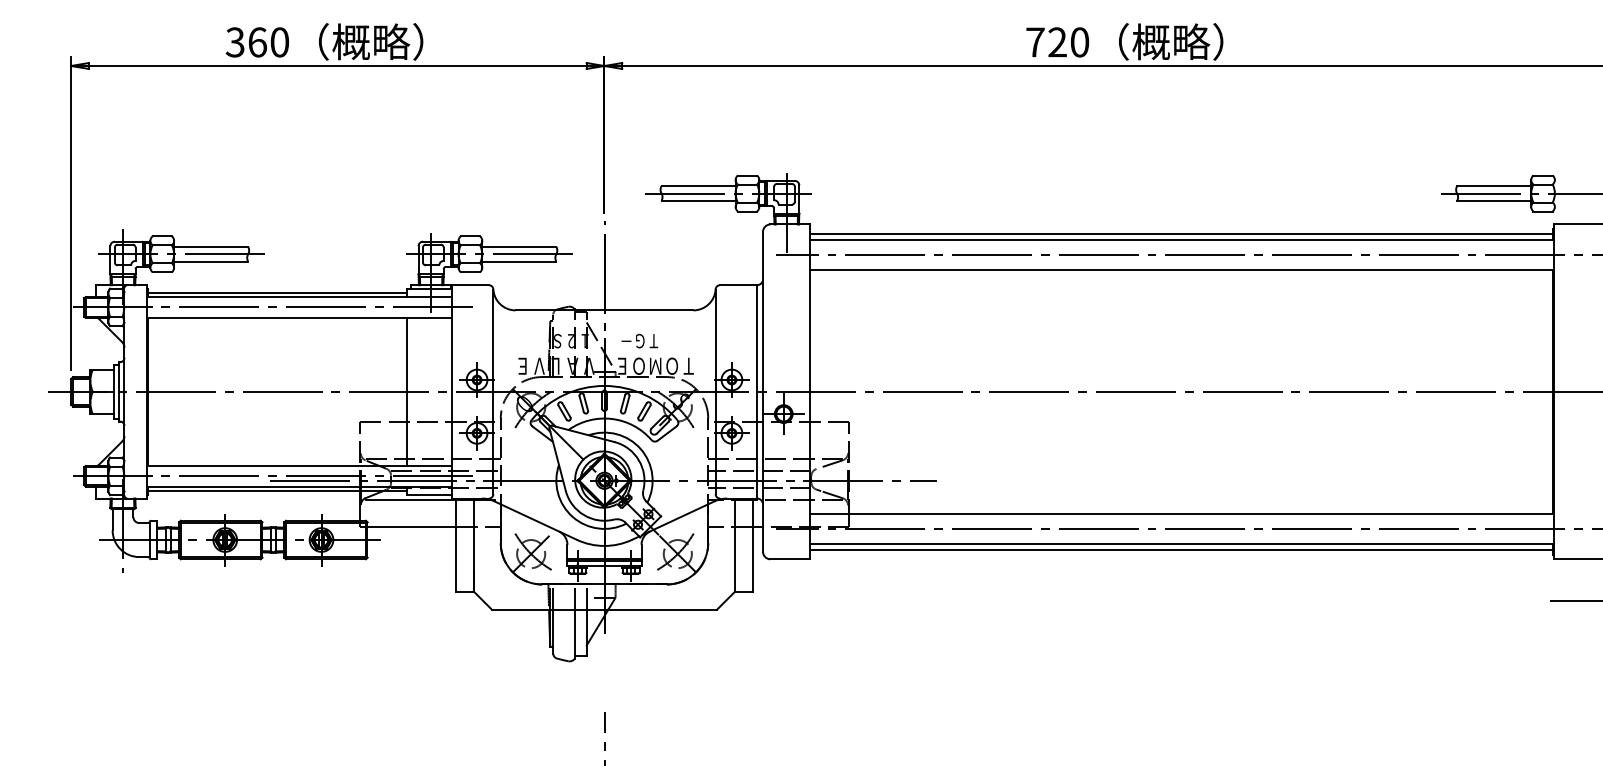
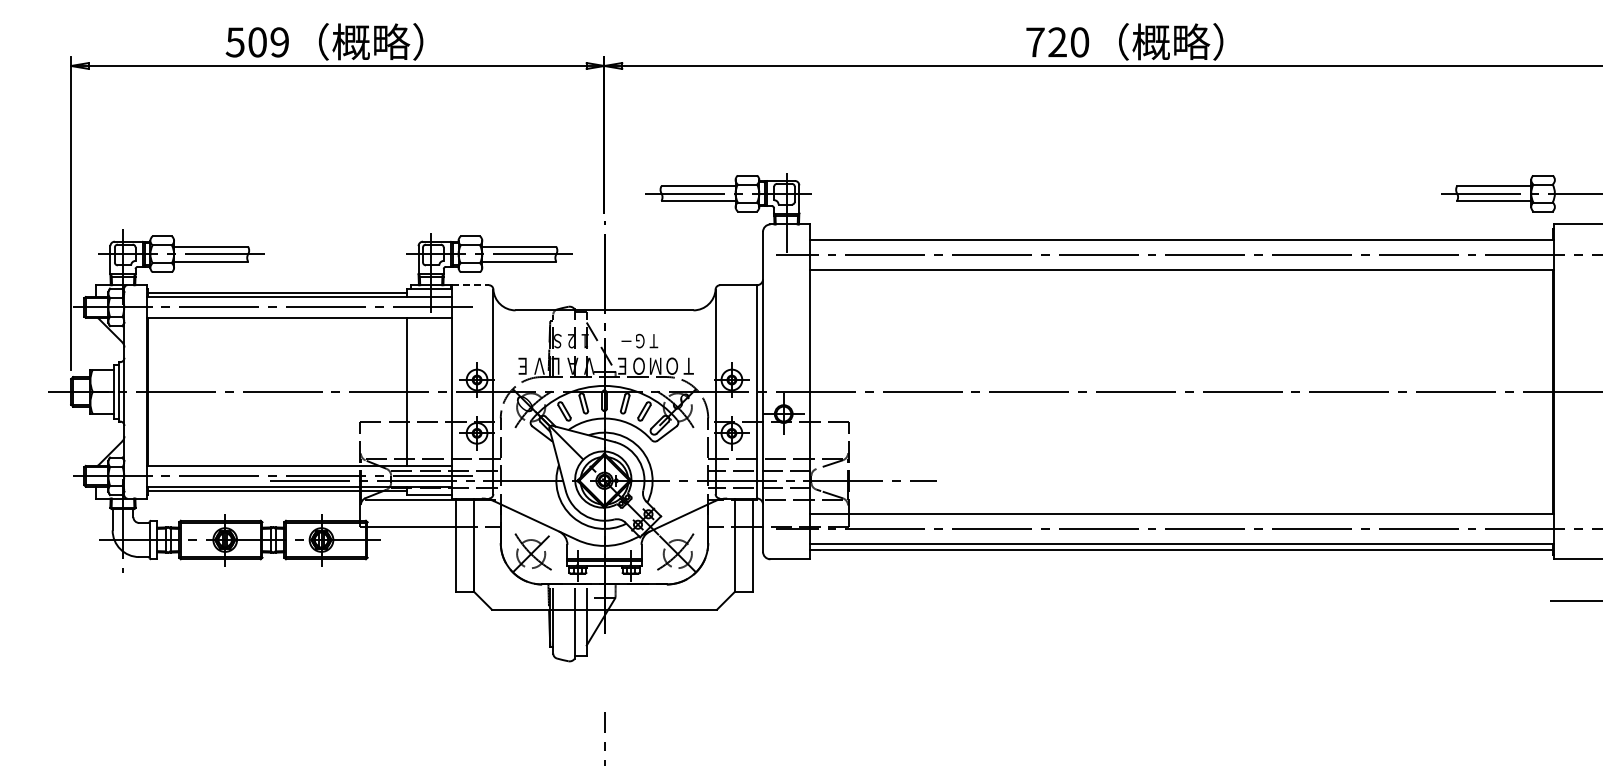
text at (257, 42): 360 -> 509
line at (1181, 234): present -> none
line at (470, 285): solid -> dashed
